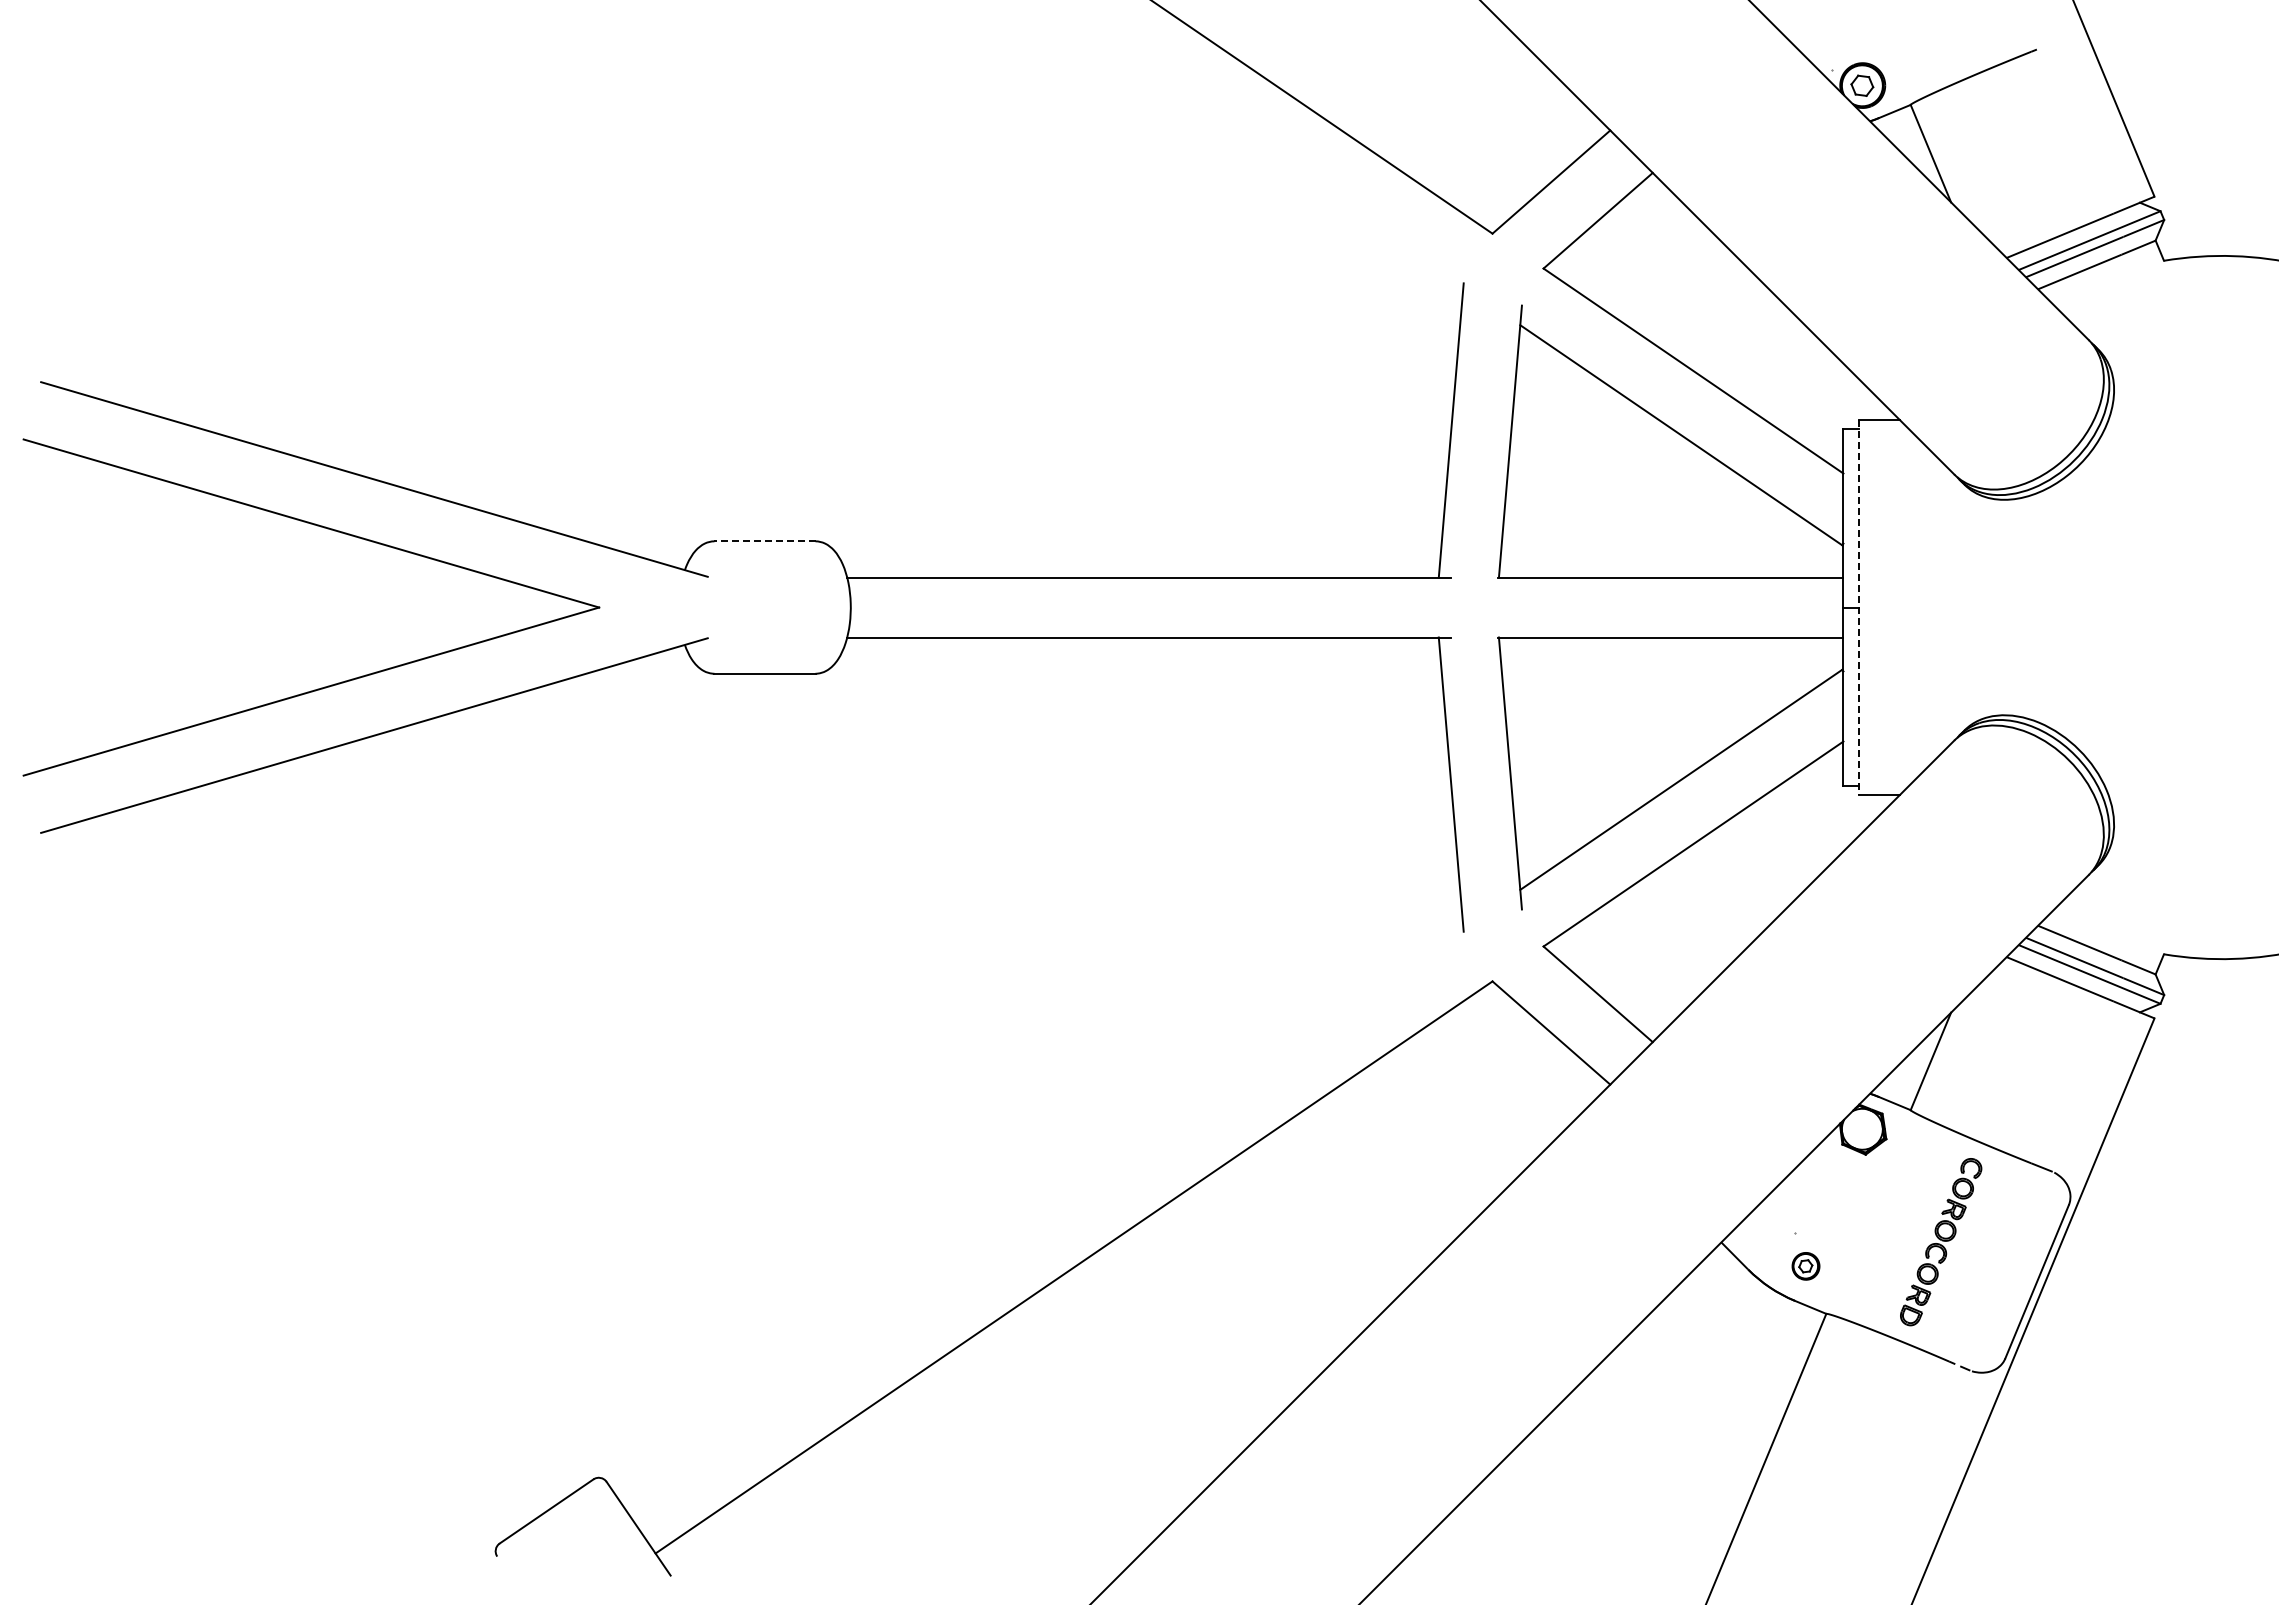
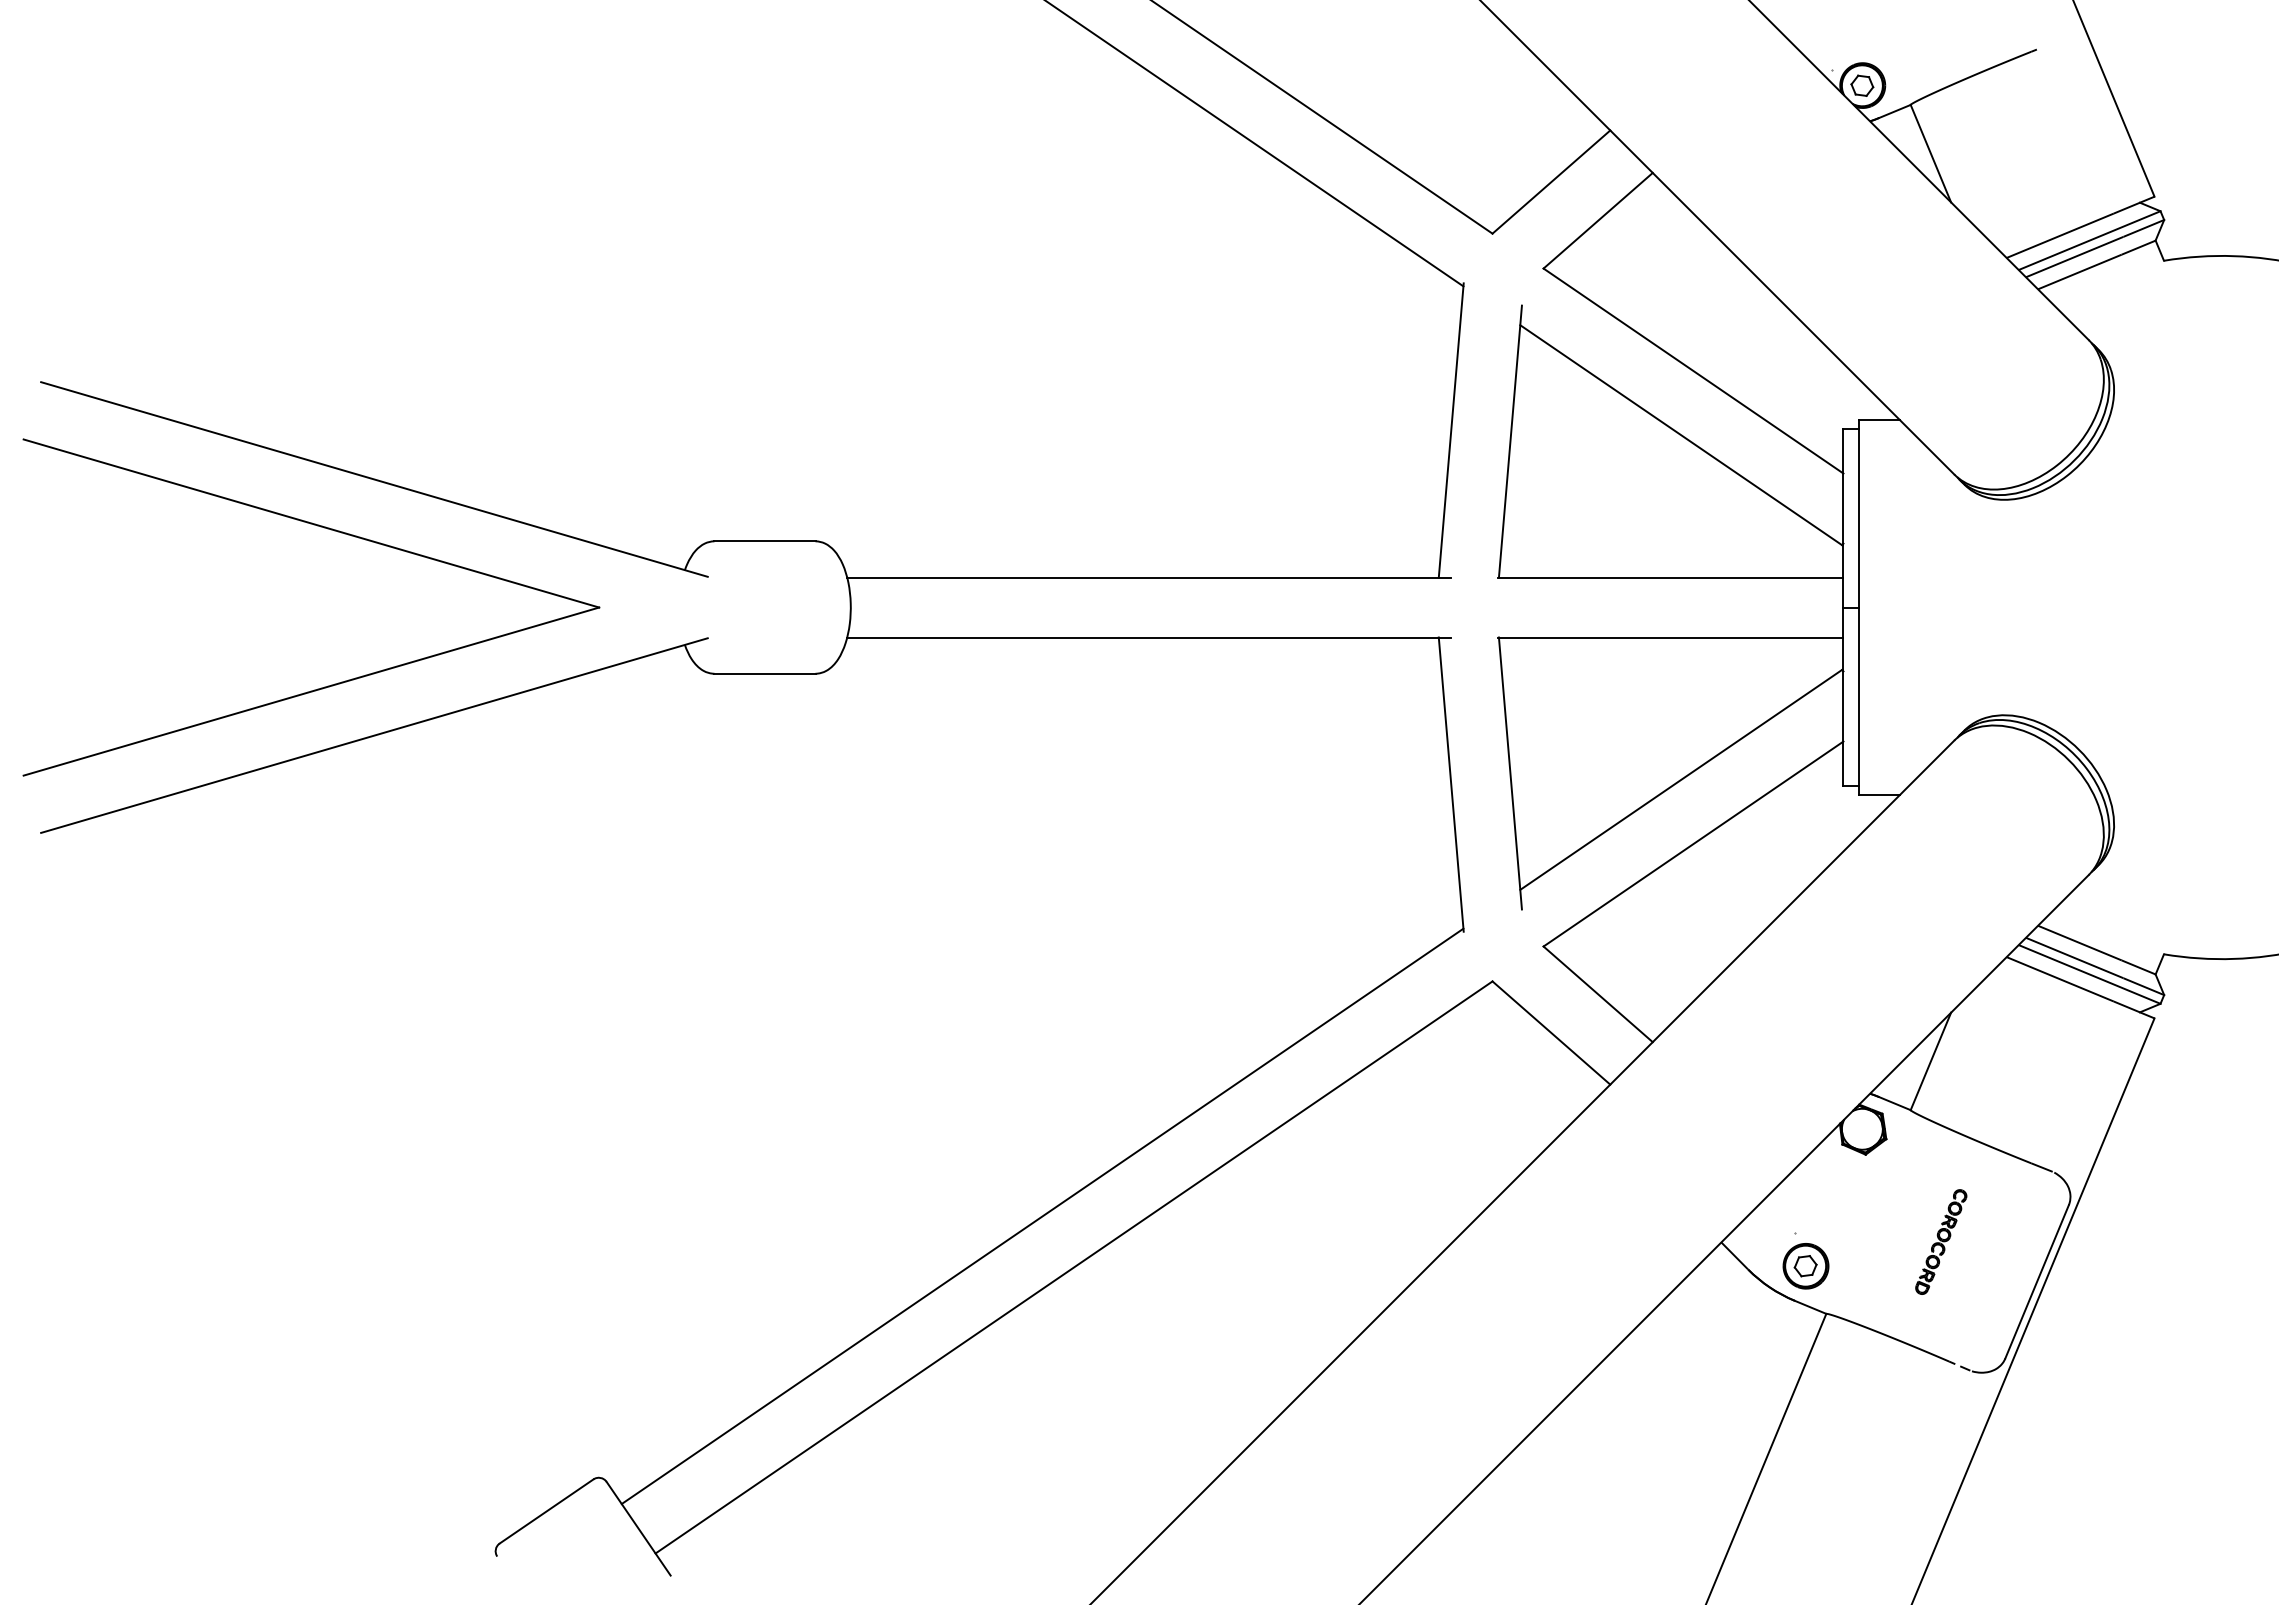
line at (1255, 144): none -> present
line at (764, 541): dashed -> solid
line at (1859, 607): dashed -> solid
line at (1042, 1216): none -> present
part at (1941, 1242) size: 83x169 px -> 53x106 px
part at (1805, 1266) size: 30x29 px -> 48x47 px
